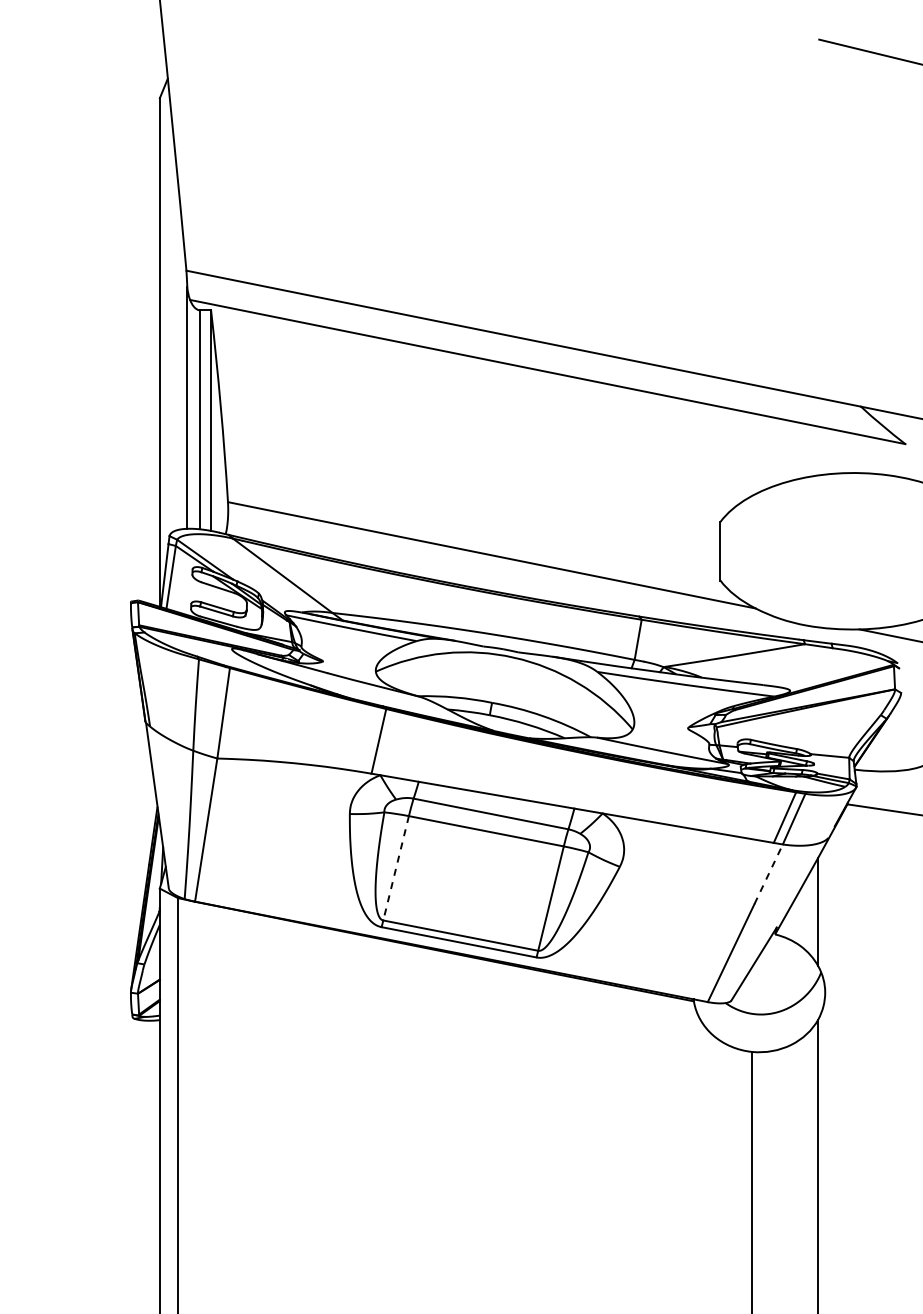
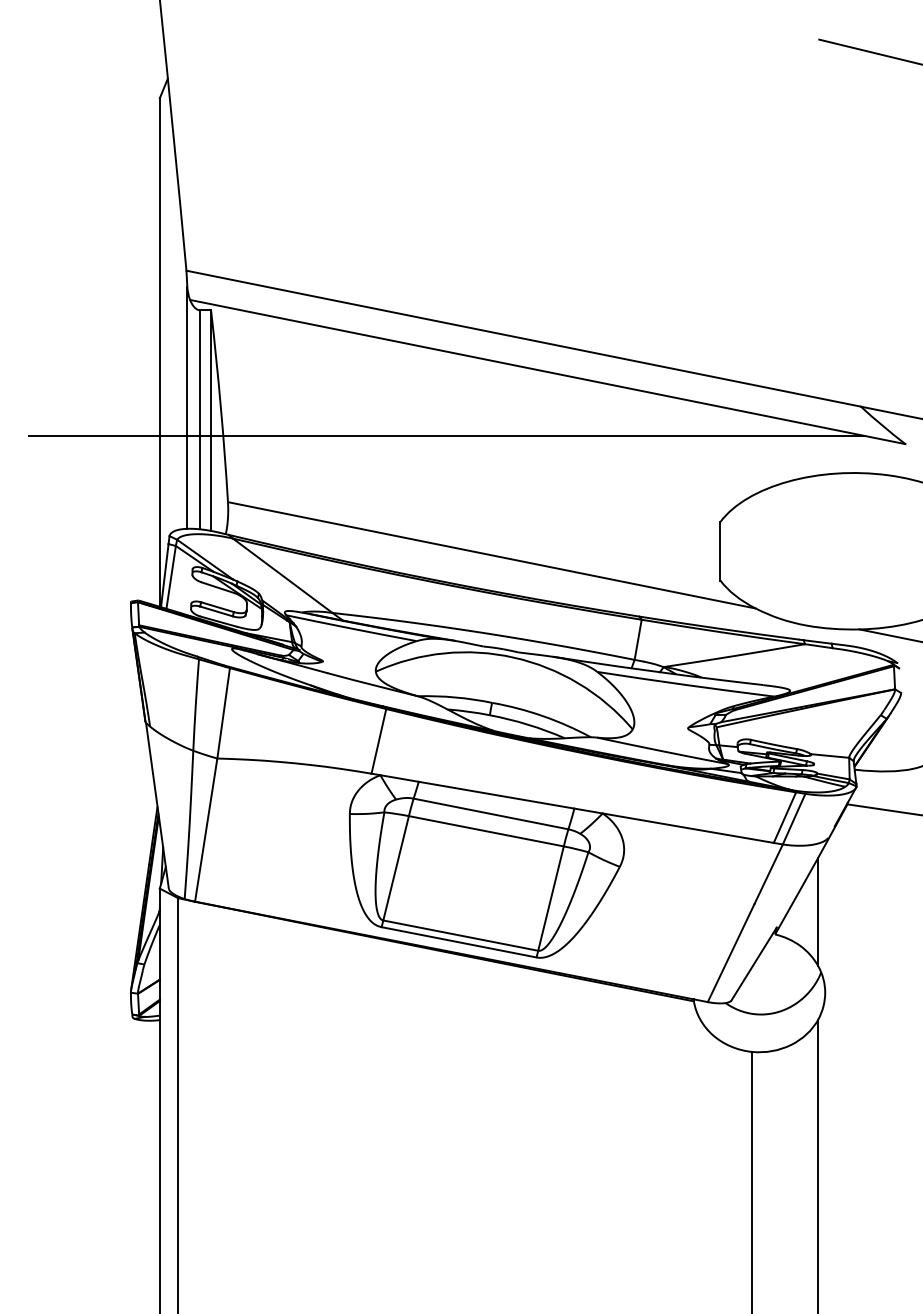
line at (473, 436): none -> present
line at (396, 868): dashed -> solid
line at (768, 873): dashed -> solid
